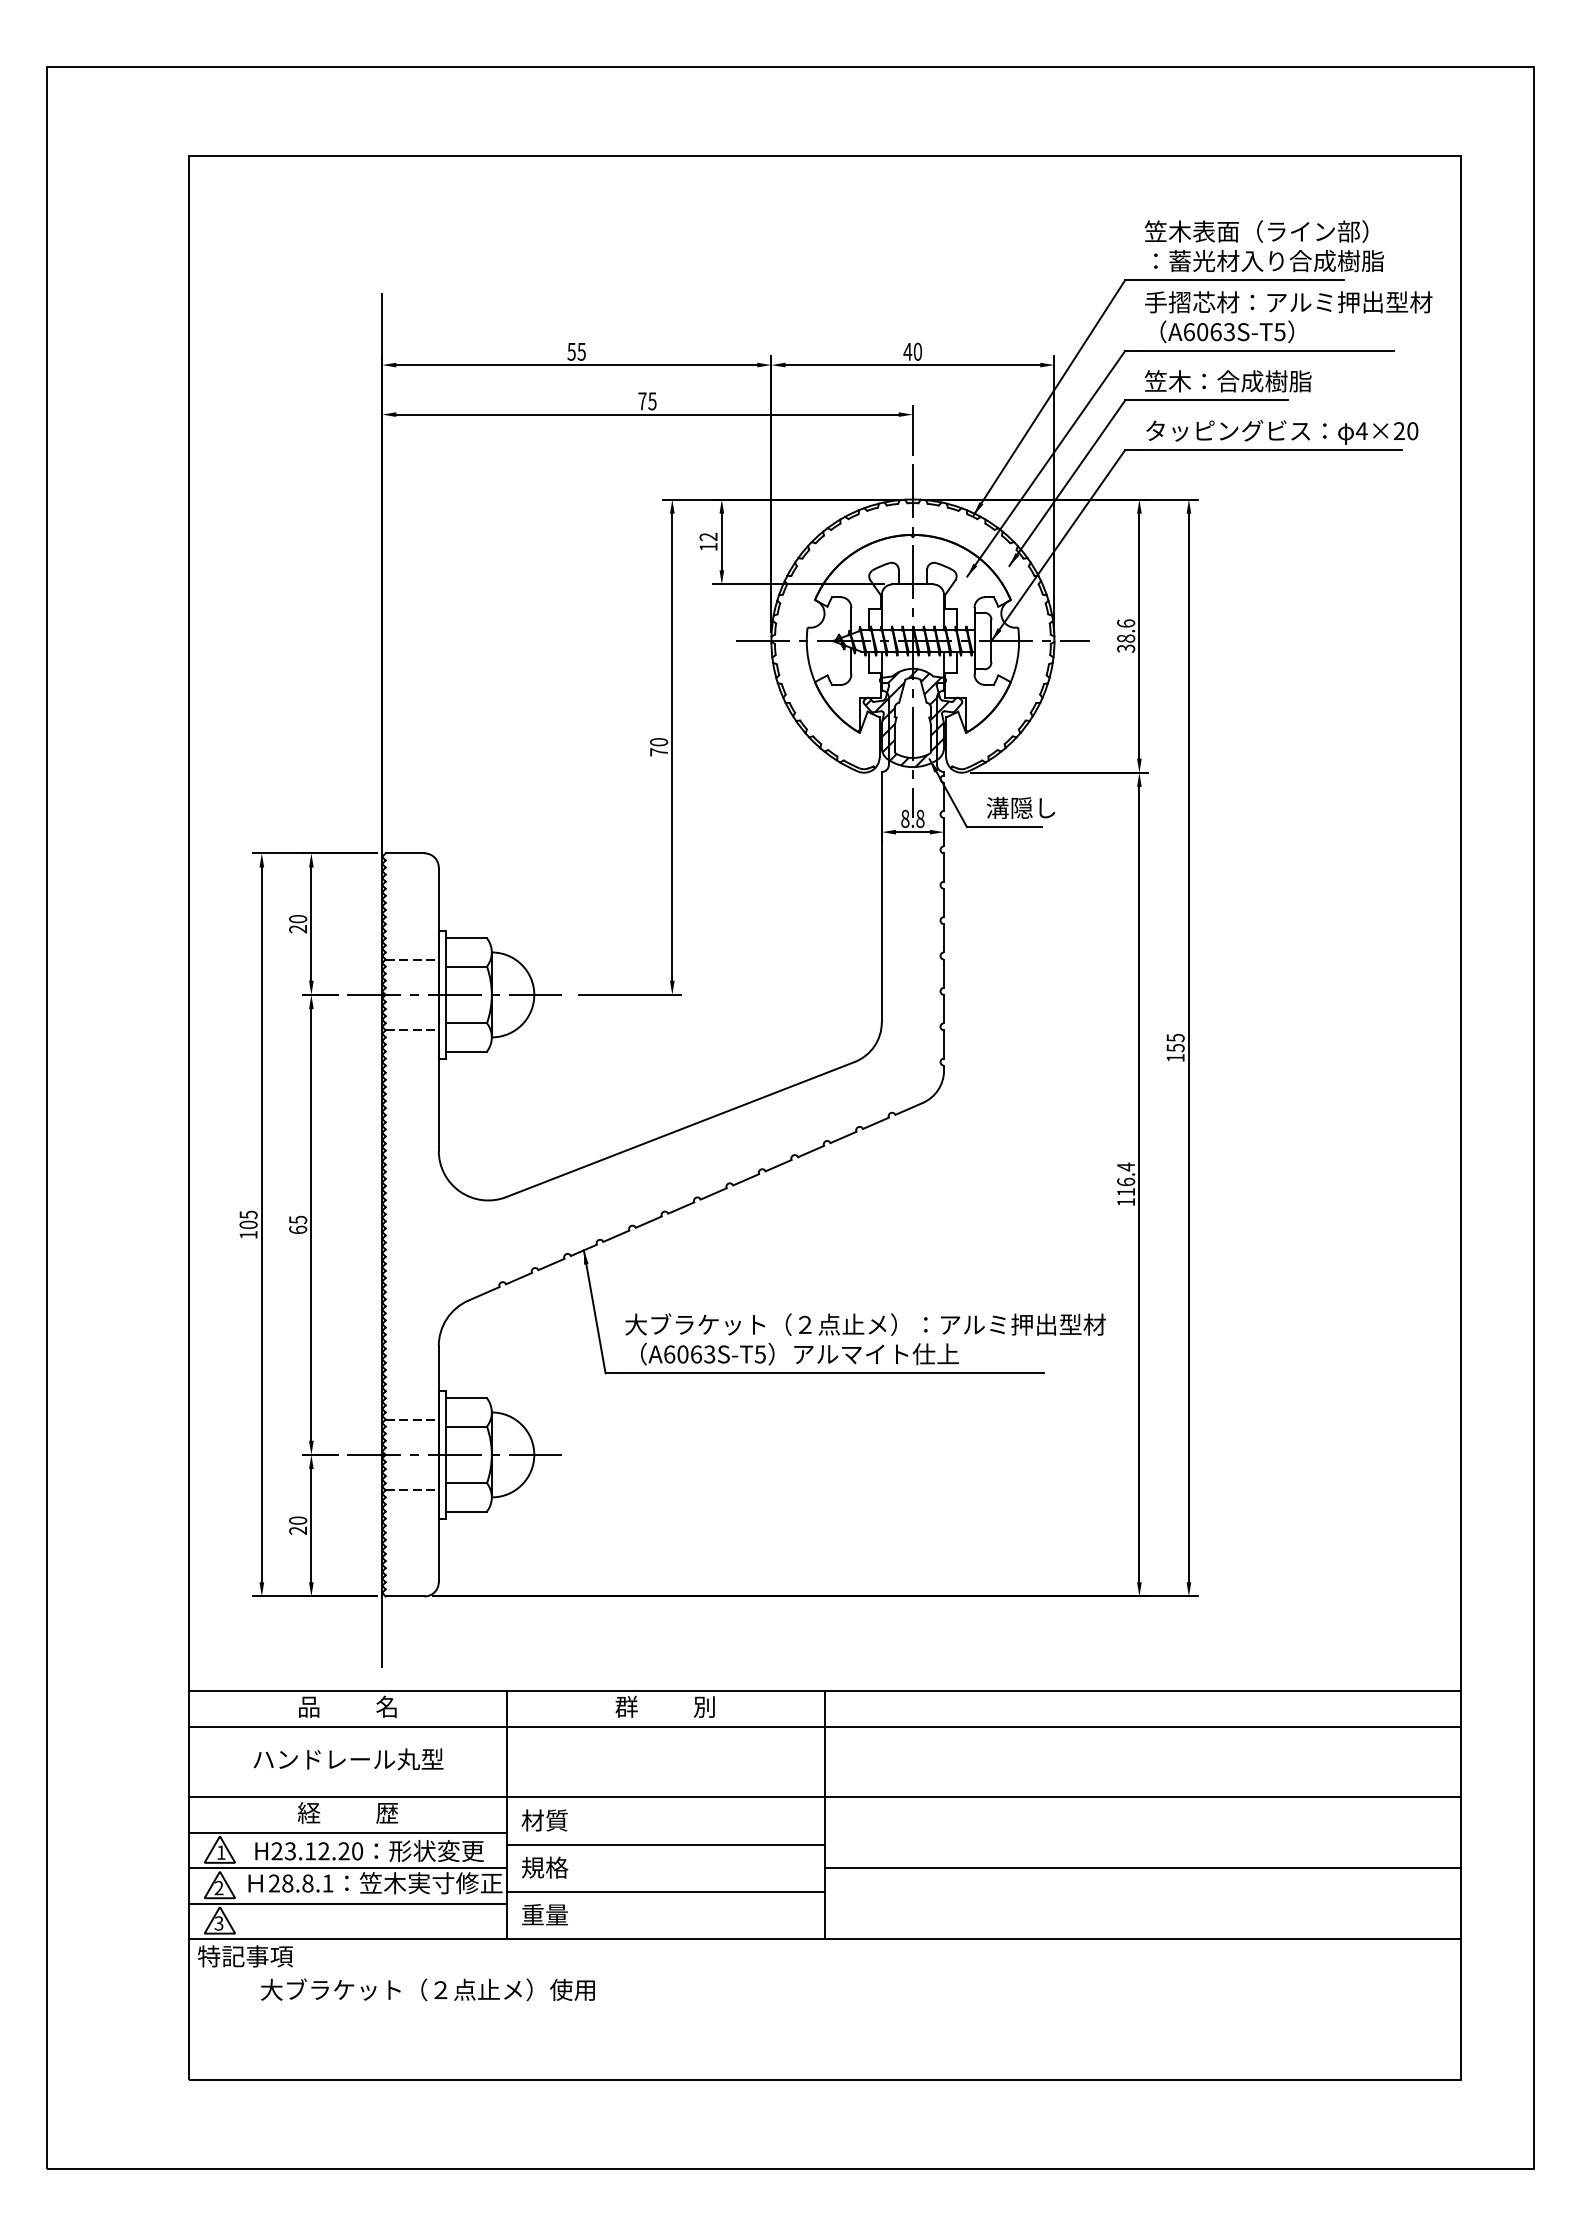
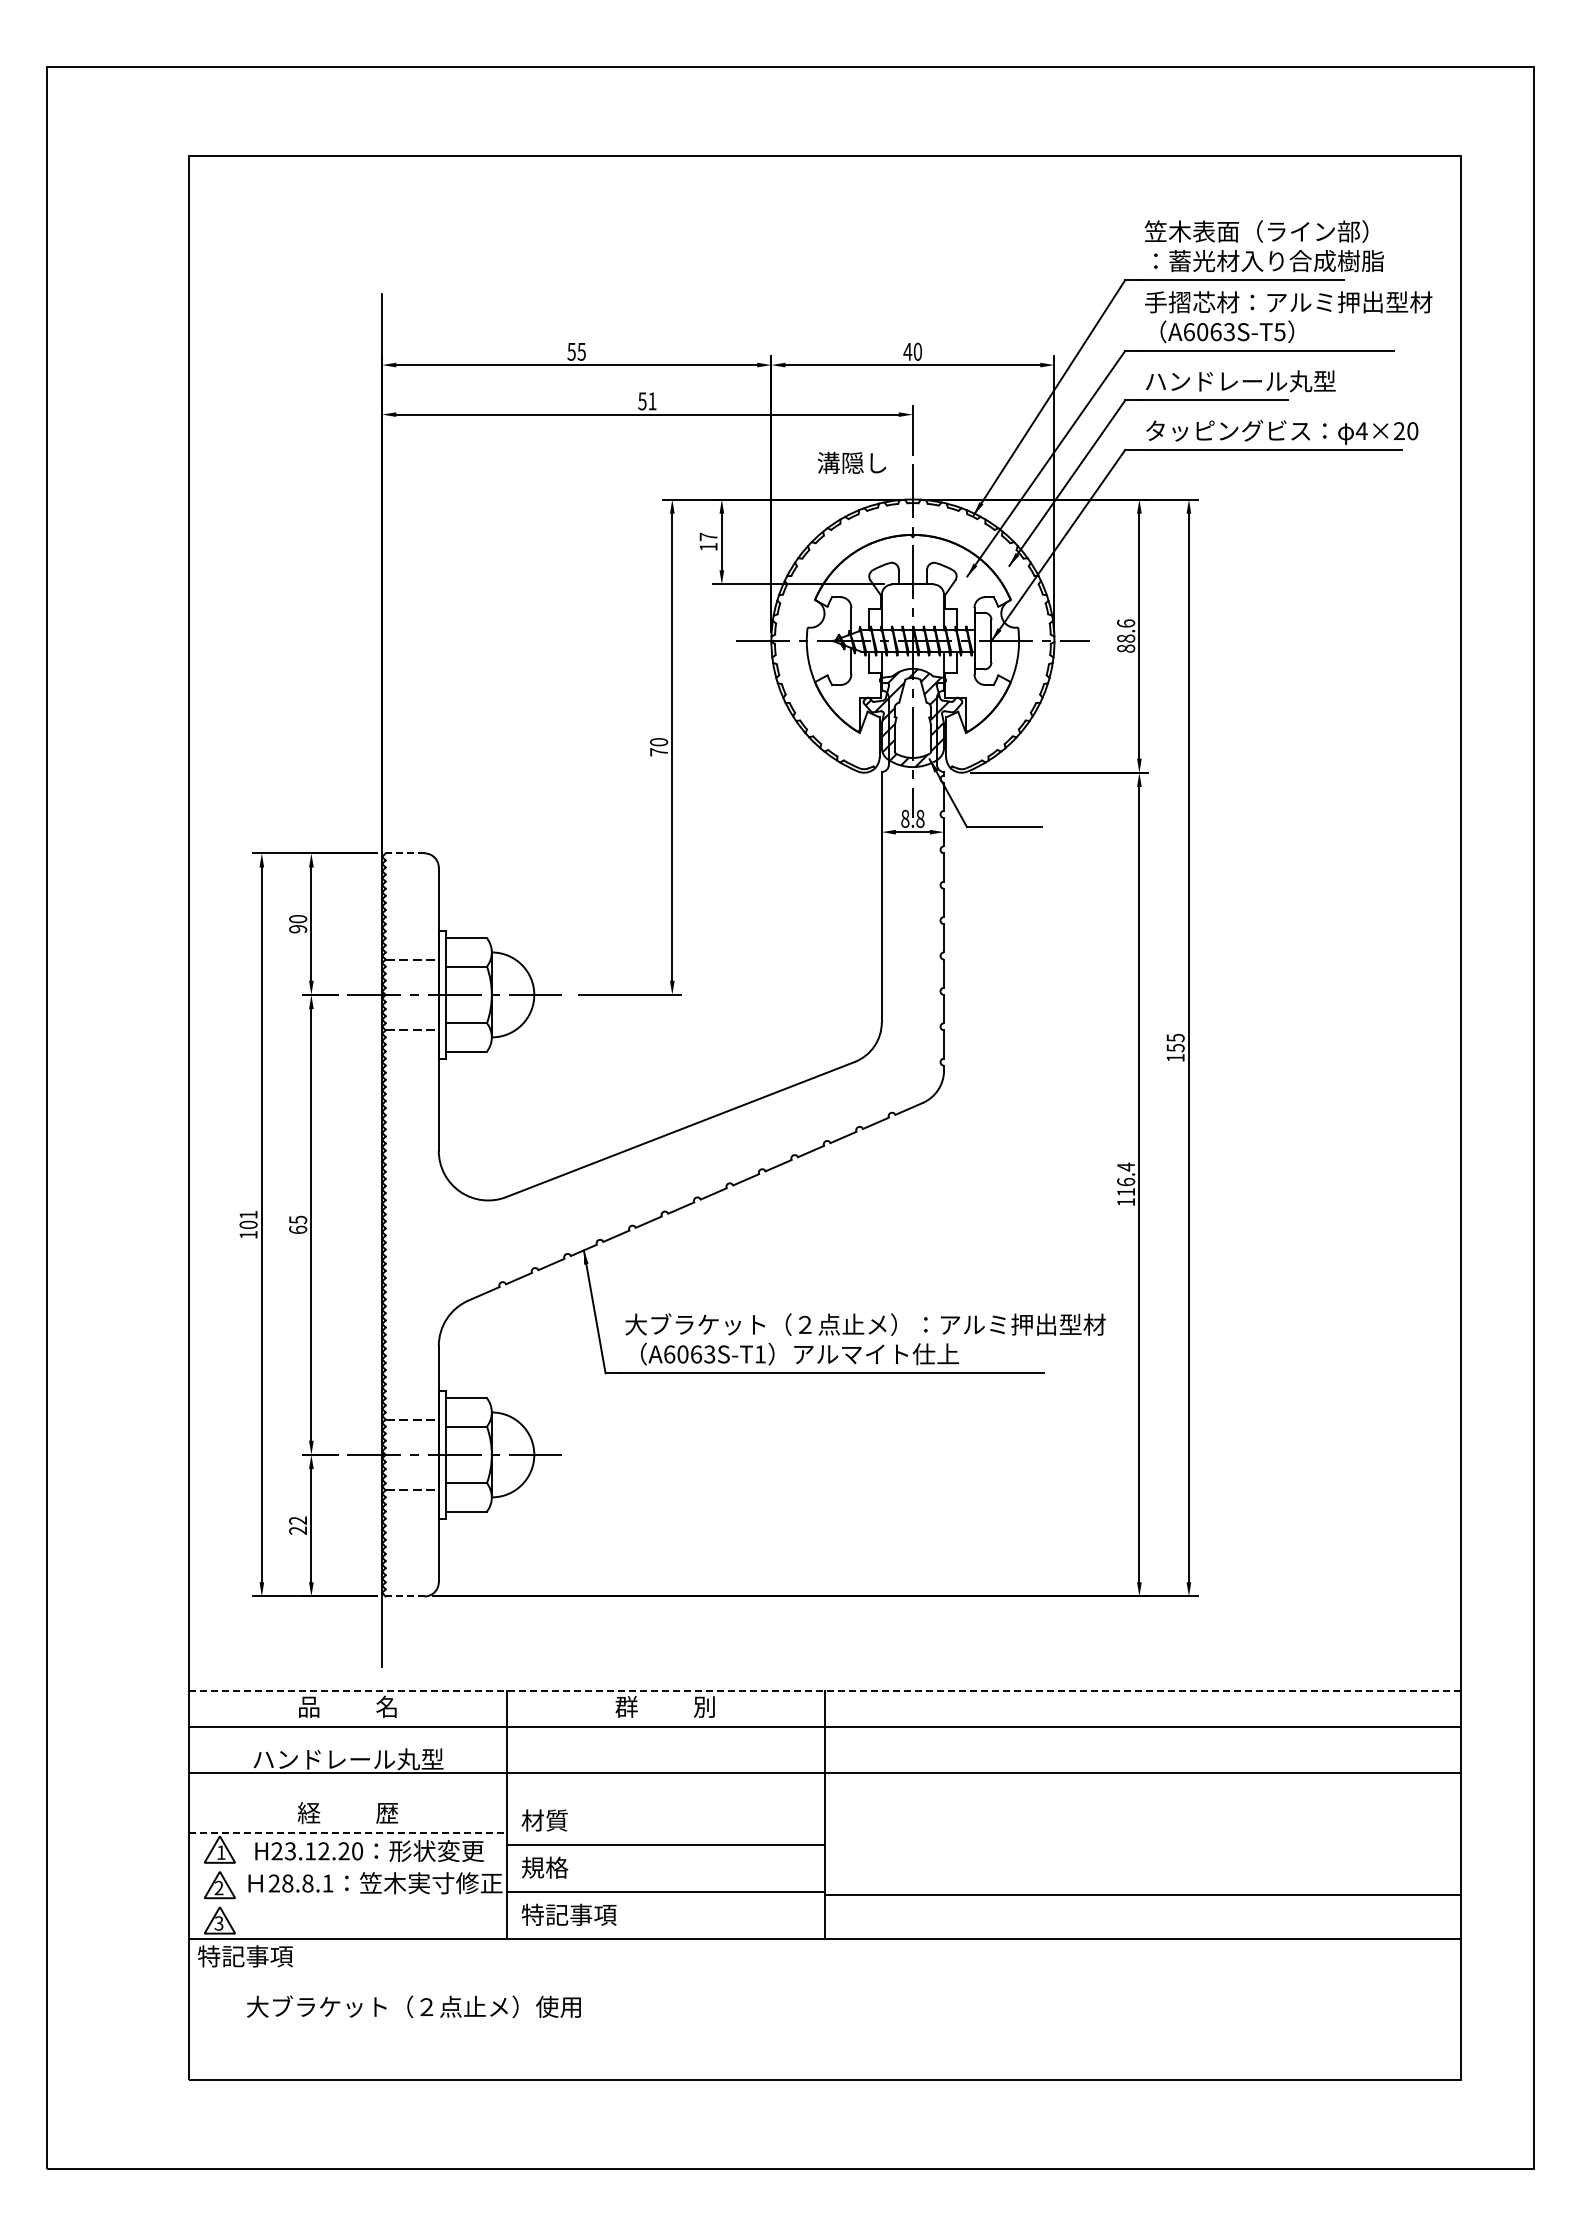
text at (1239, 381): 笠木：合成樹脂 -> ハンドレール丸型
text at (647, 401): 75 -> 51
text at (708, 536): 12 -> 17
text at (1125, 648): 38.6 -> 88.6
text at (1020, 807) position: (1020, 807) -> (851, 462)
line at (404, 853): solid -> dashed
text at (298, 929): 20 -> 90
text at (248, 1214): 105 -> 101
text at (759, 1354): A6063S-T5 -> A6063S-T1
text at (298, 1520): 20 -> 22
line at (404, 1596): solid -> dashed
line at (825, 1691): solid -> dashed
line at (824, 1797) position: (824, 1797) -> (824, 1773)
line at (347, 1832): solid -> dashed
line at (347, 1868): present -> none
line at (1142, 1868) position: (1142, 1868) -> (1142, 1895)
line at (347, 1903): present -> none
text at (568, 1914): 重量 -> 特記事項
text at (427, 1989) position: (427, 1989) -> (413, 2006)
